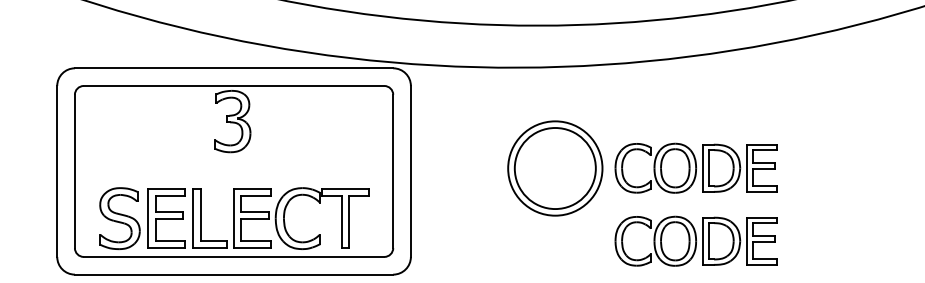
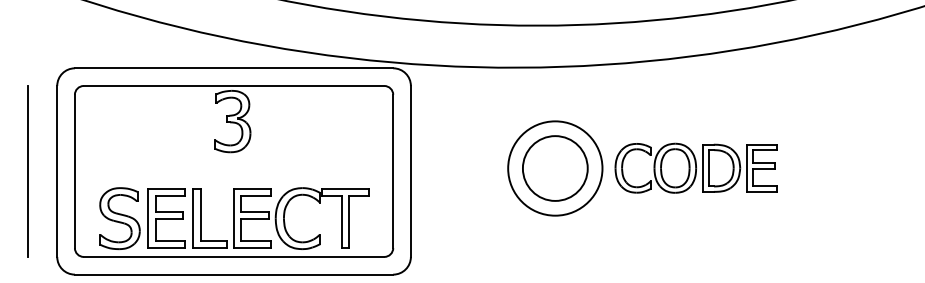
circle at (554, 168) diameter: 81 px -> 65 px
line at (27, 171): none -> present
part at (695, 240): present -> none
